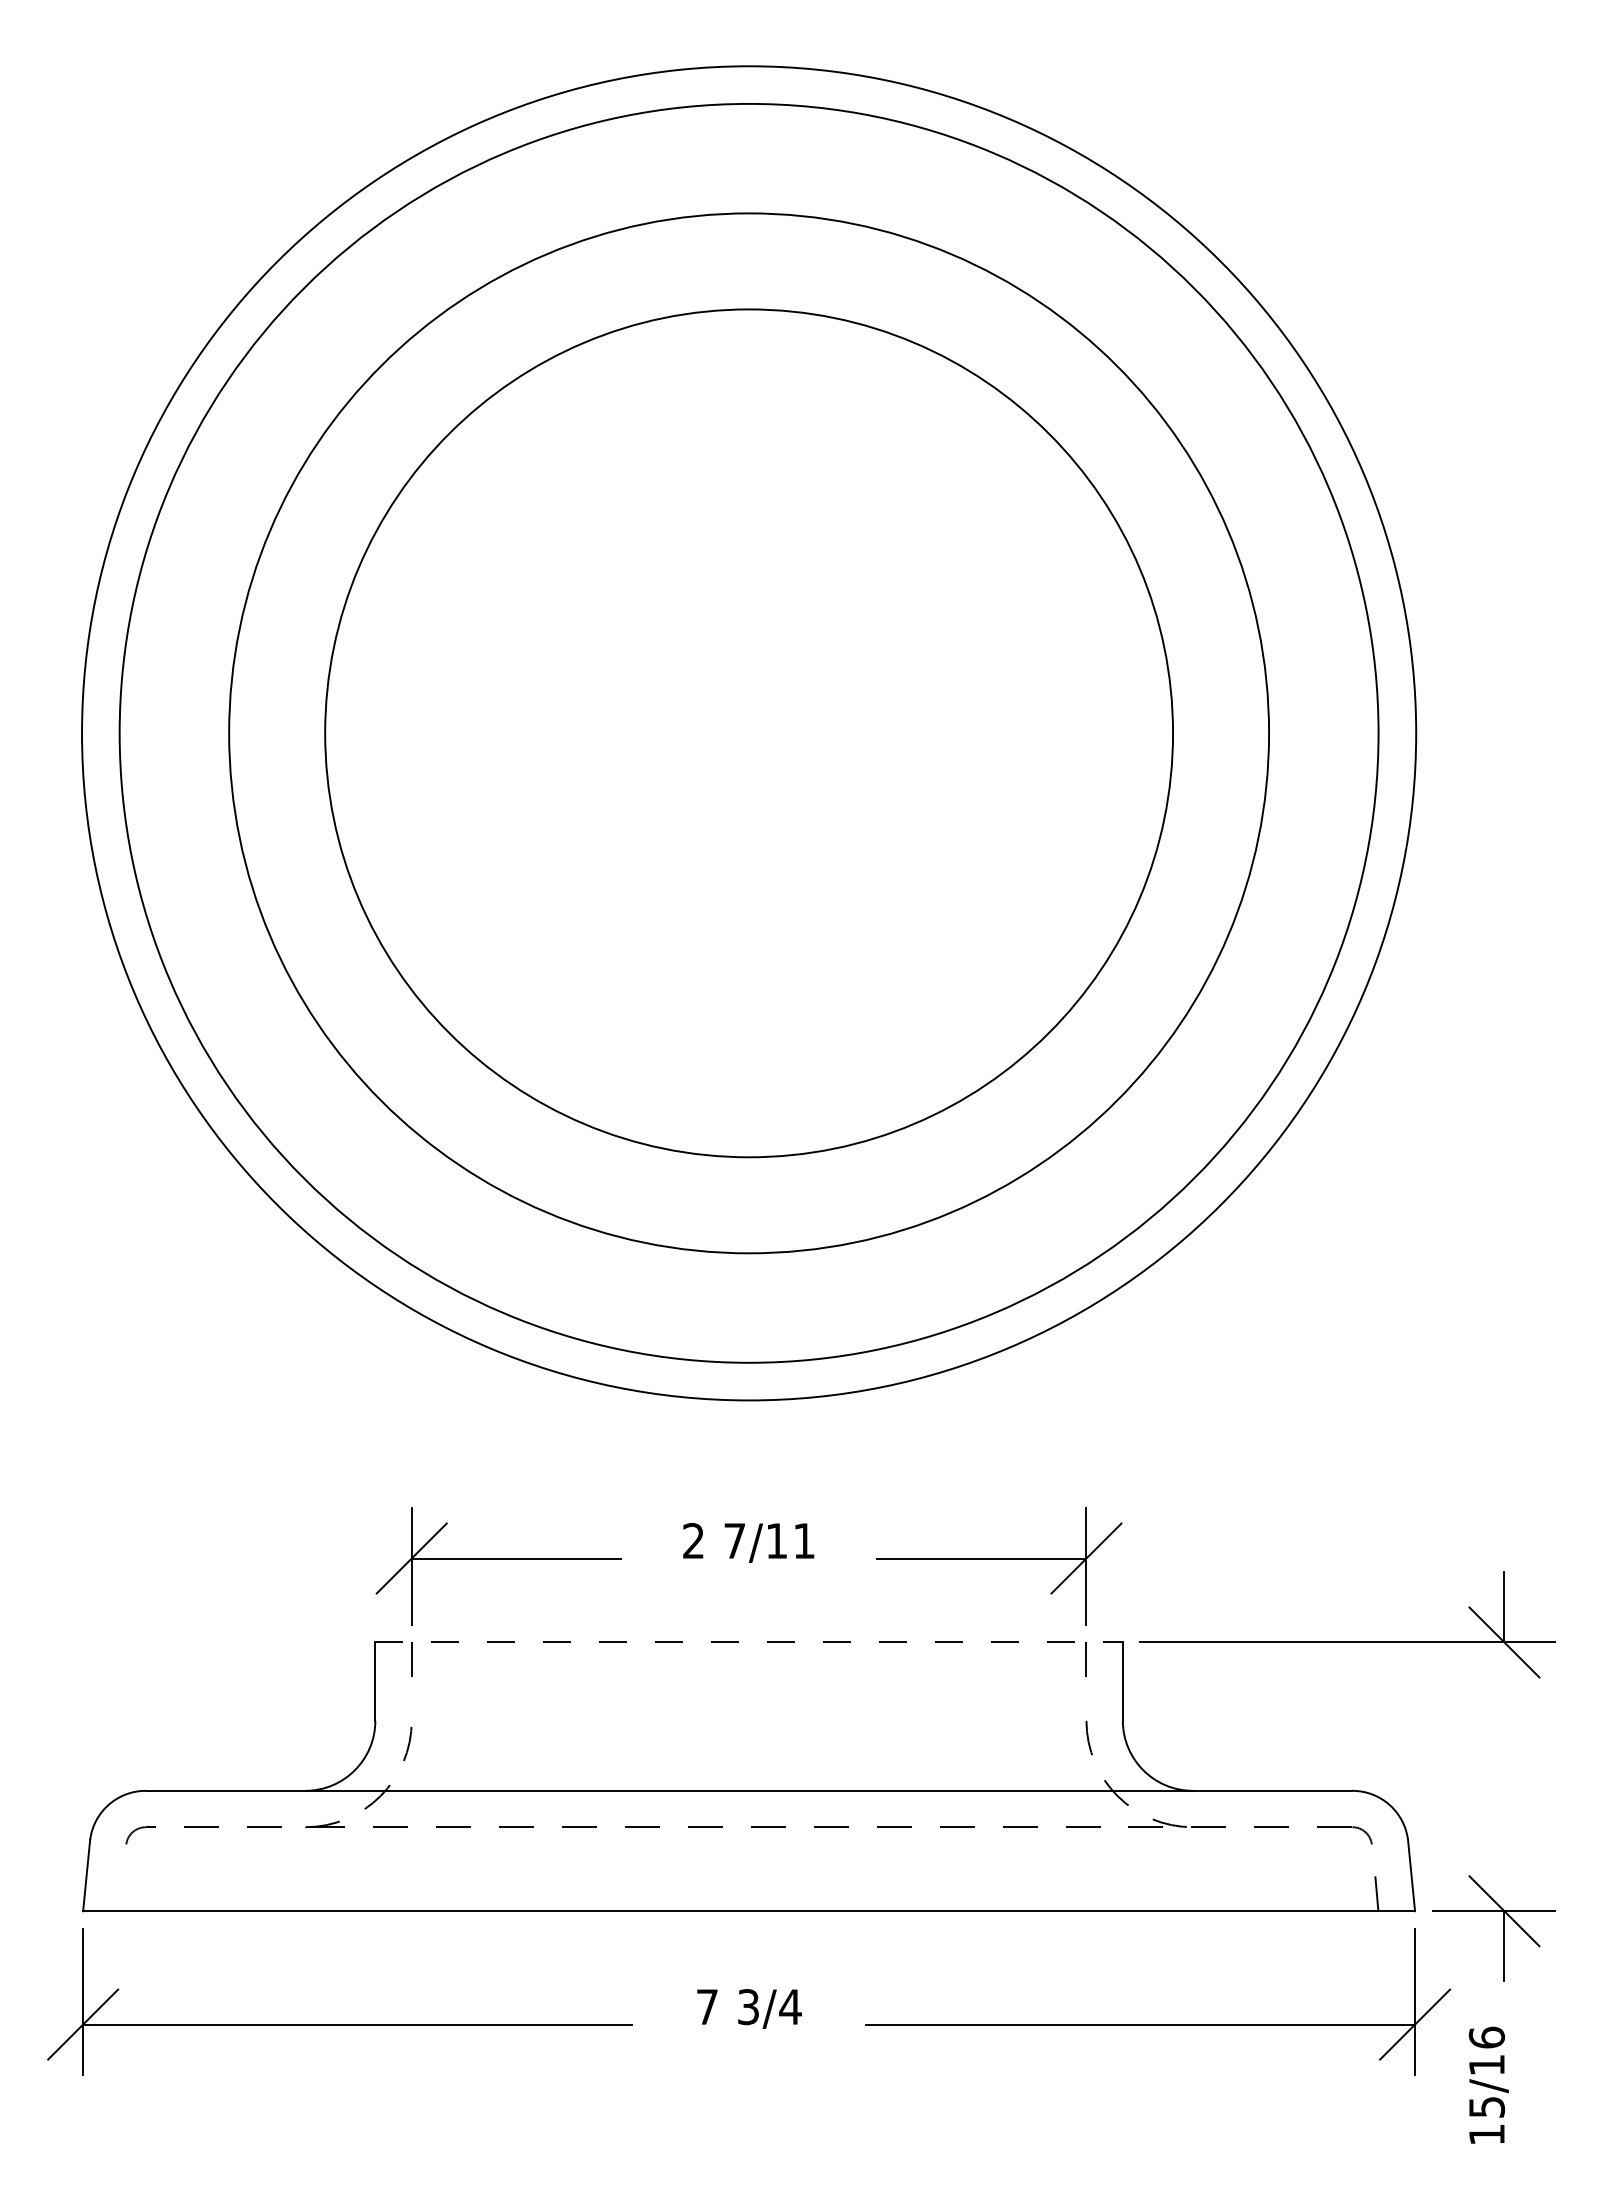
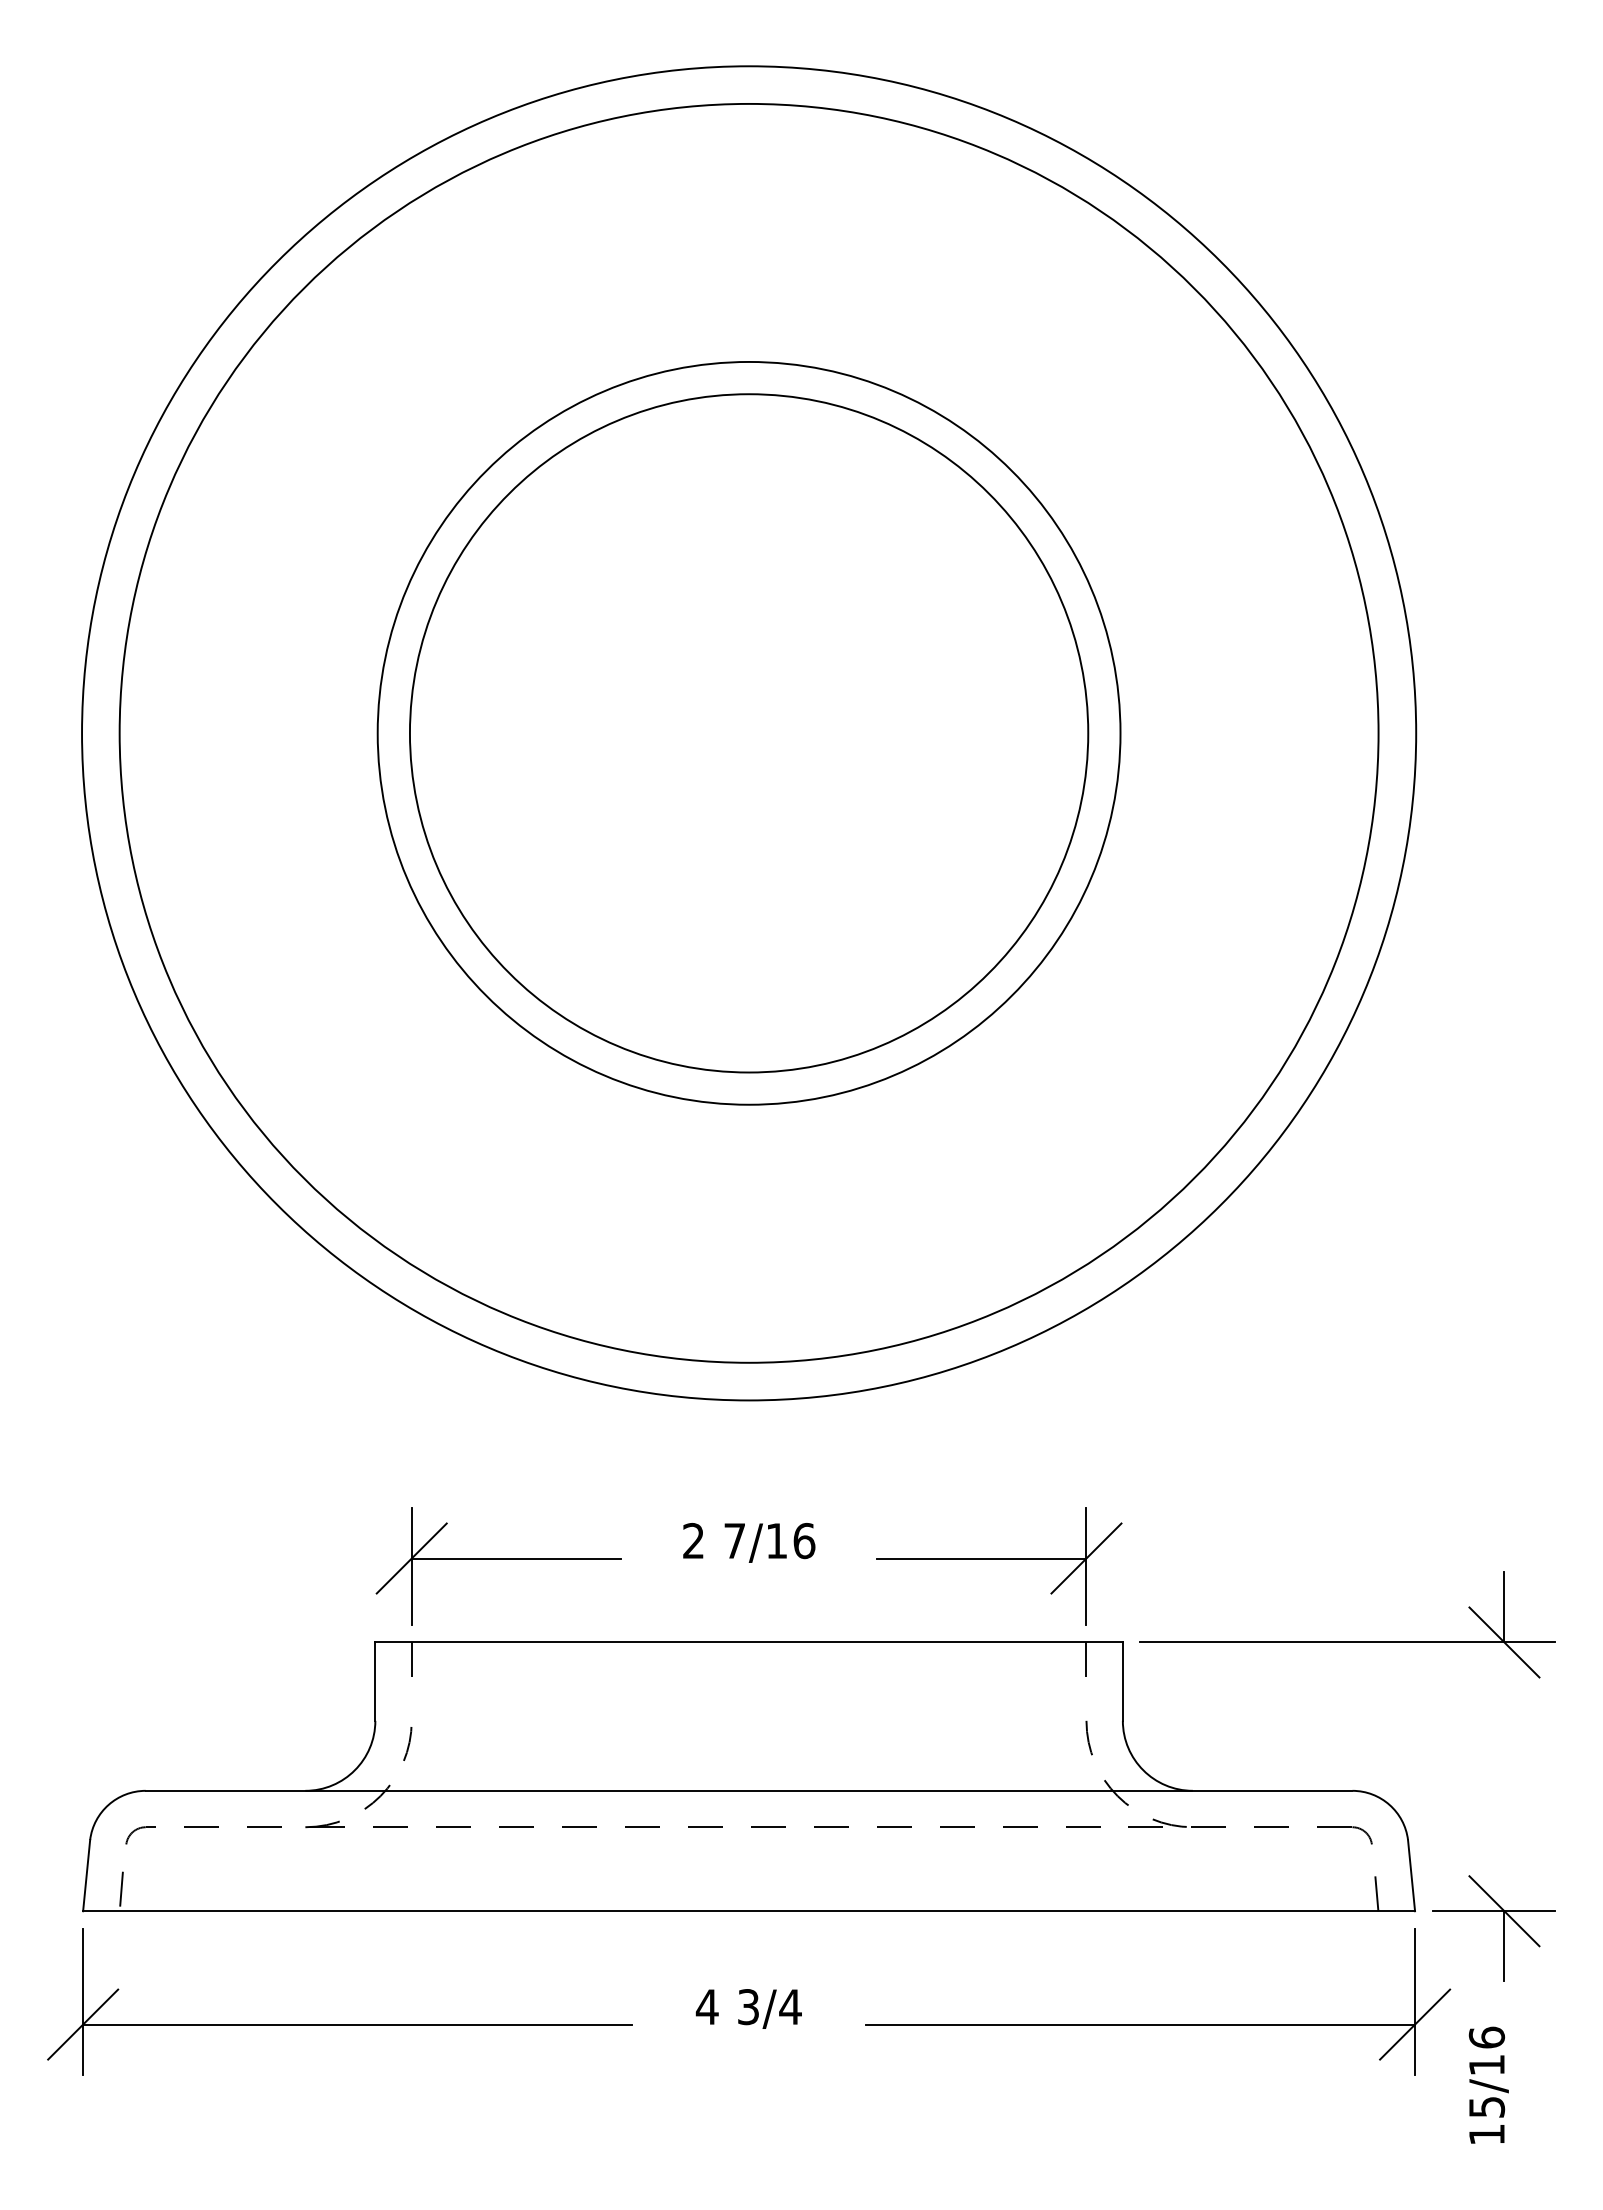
circle at (749, 733) diameter: 1040 px -> 743 px
circle at (749, 733) diameter: 848 px -> 678 px
text at (804, 1540): 7/11 -> 7/16
line at (749, 1642): dashed -> solid
line at (120, 1891): none -> present
text at (706, 2006): 7 -> 4
